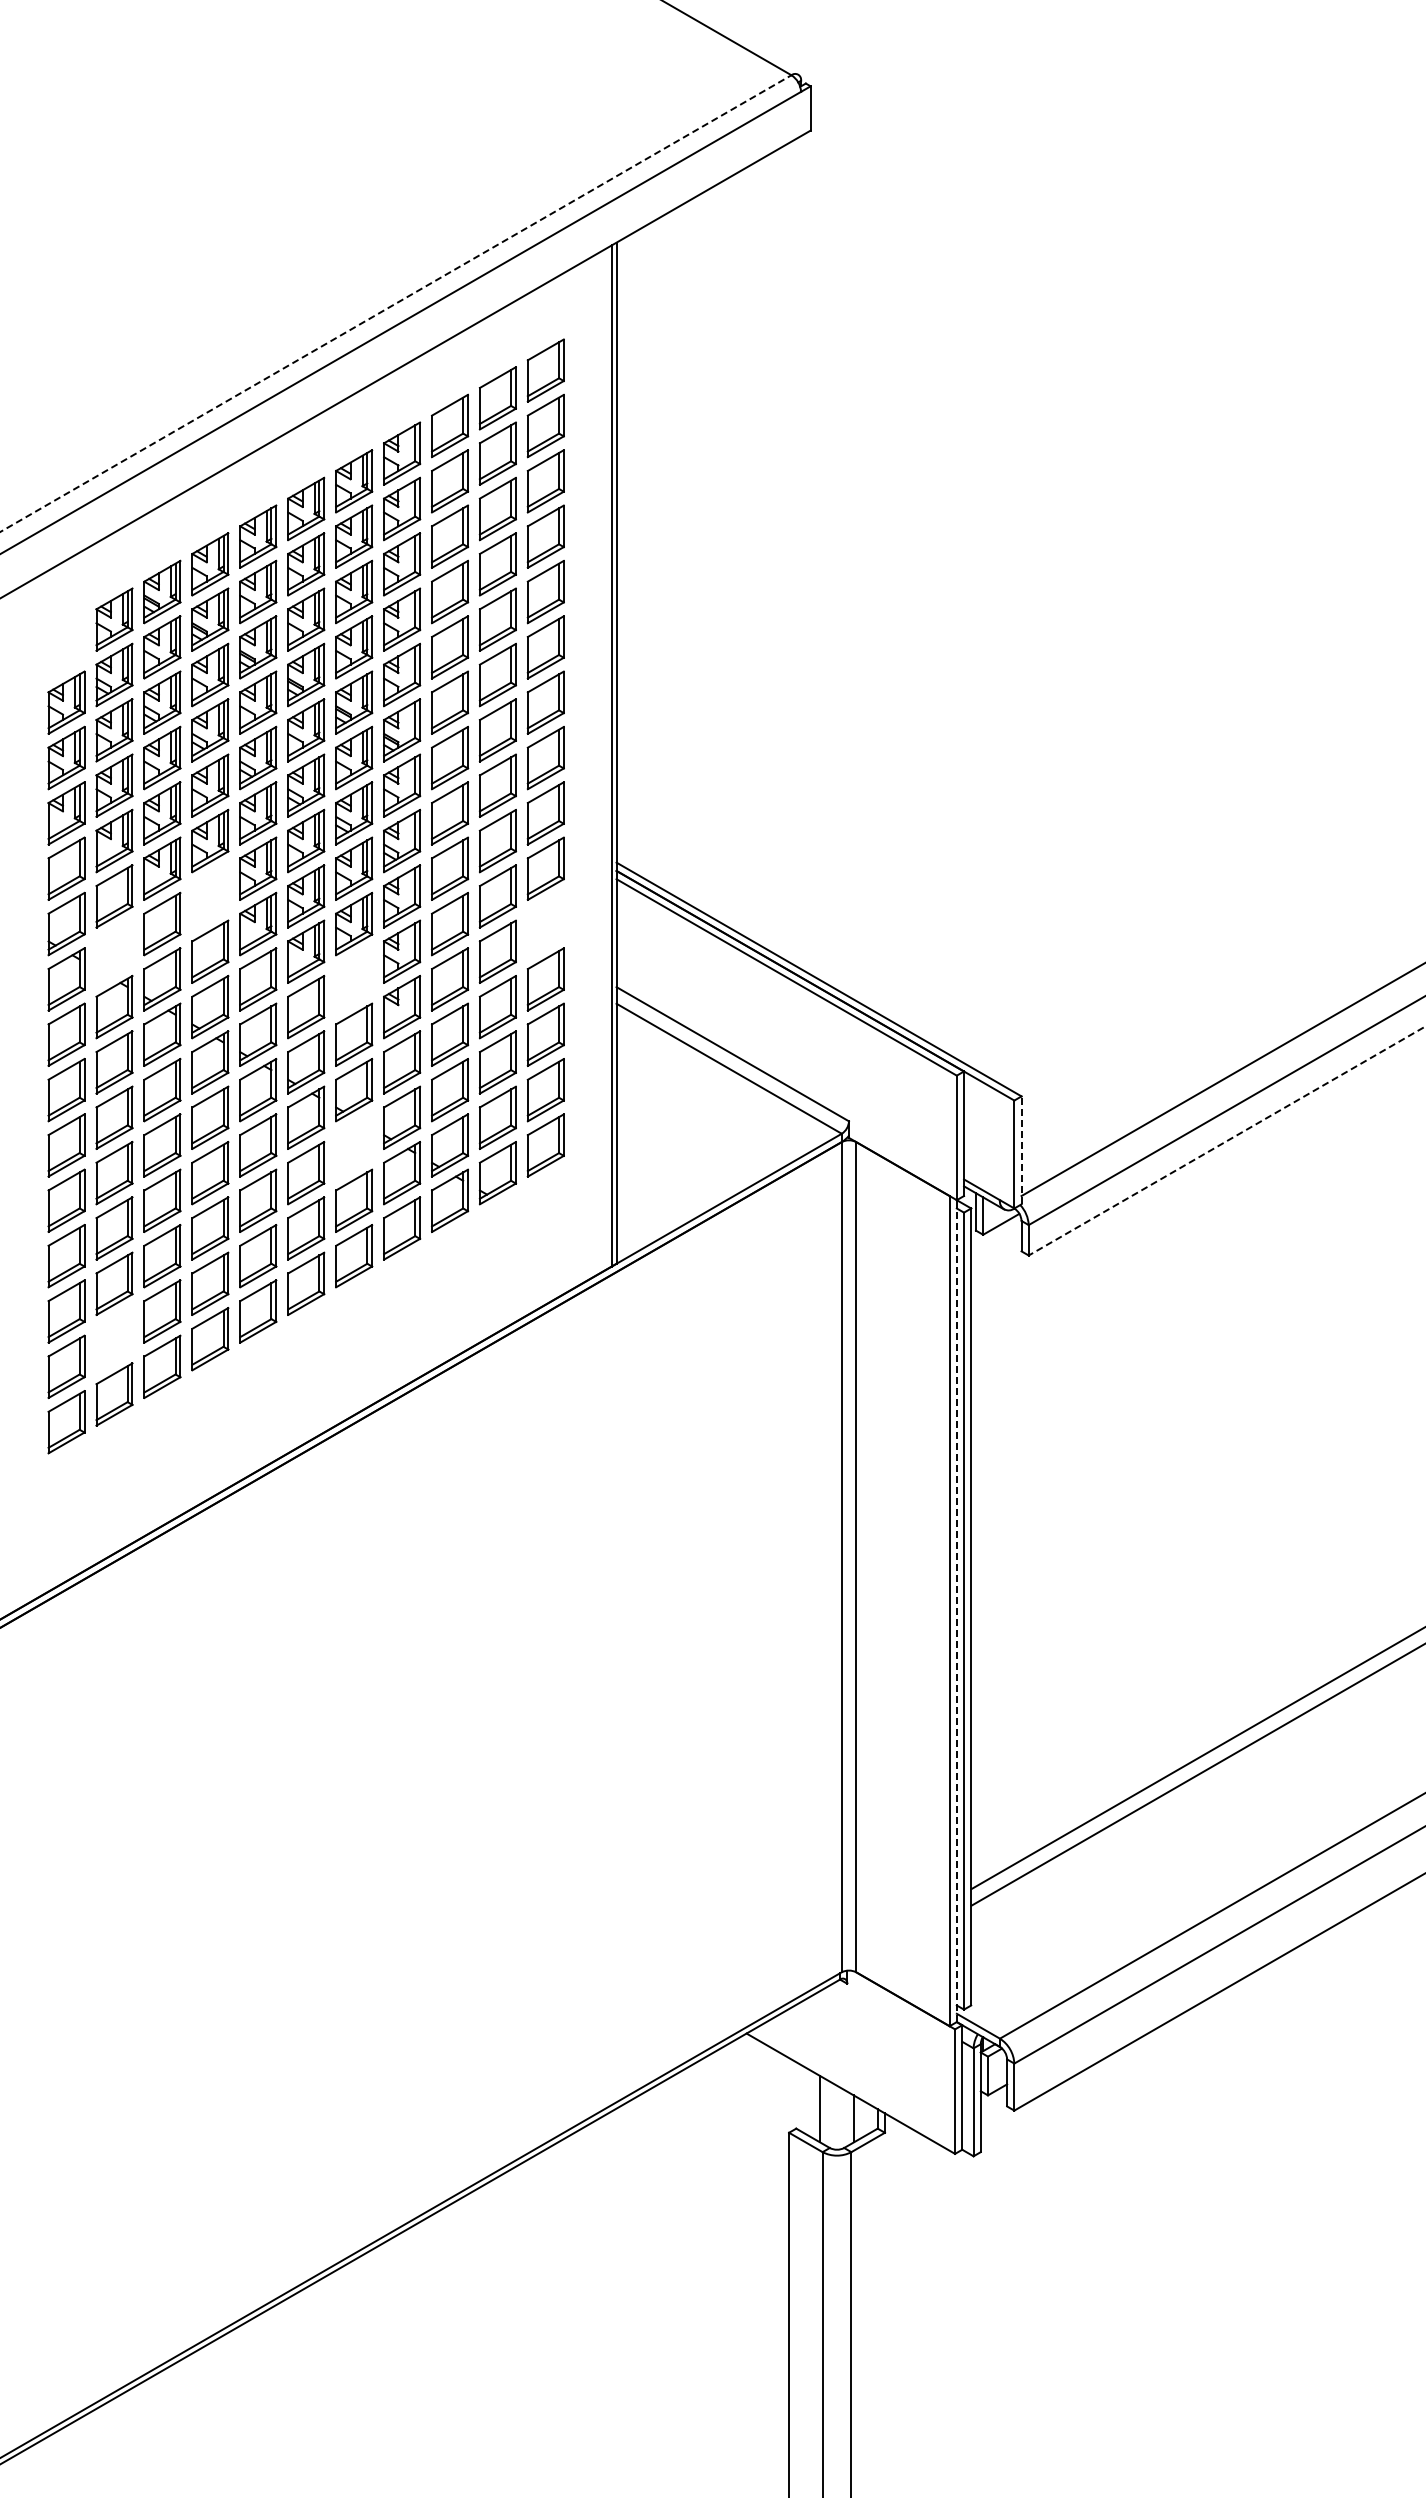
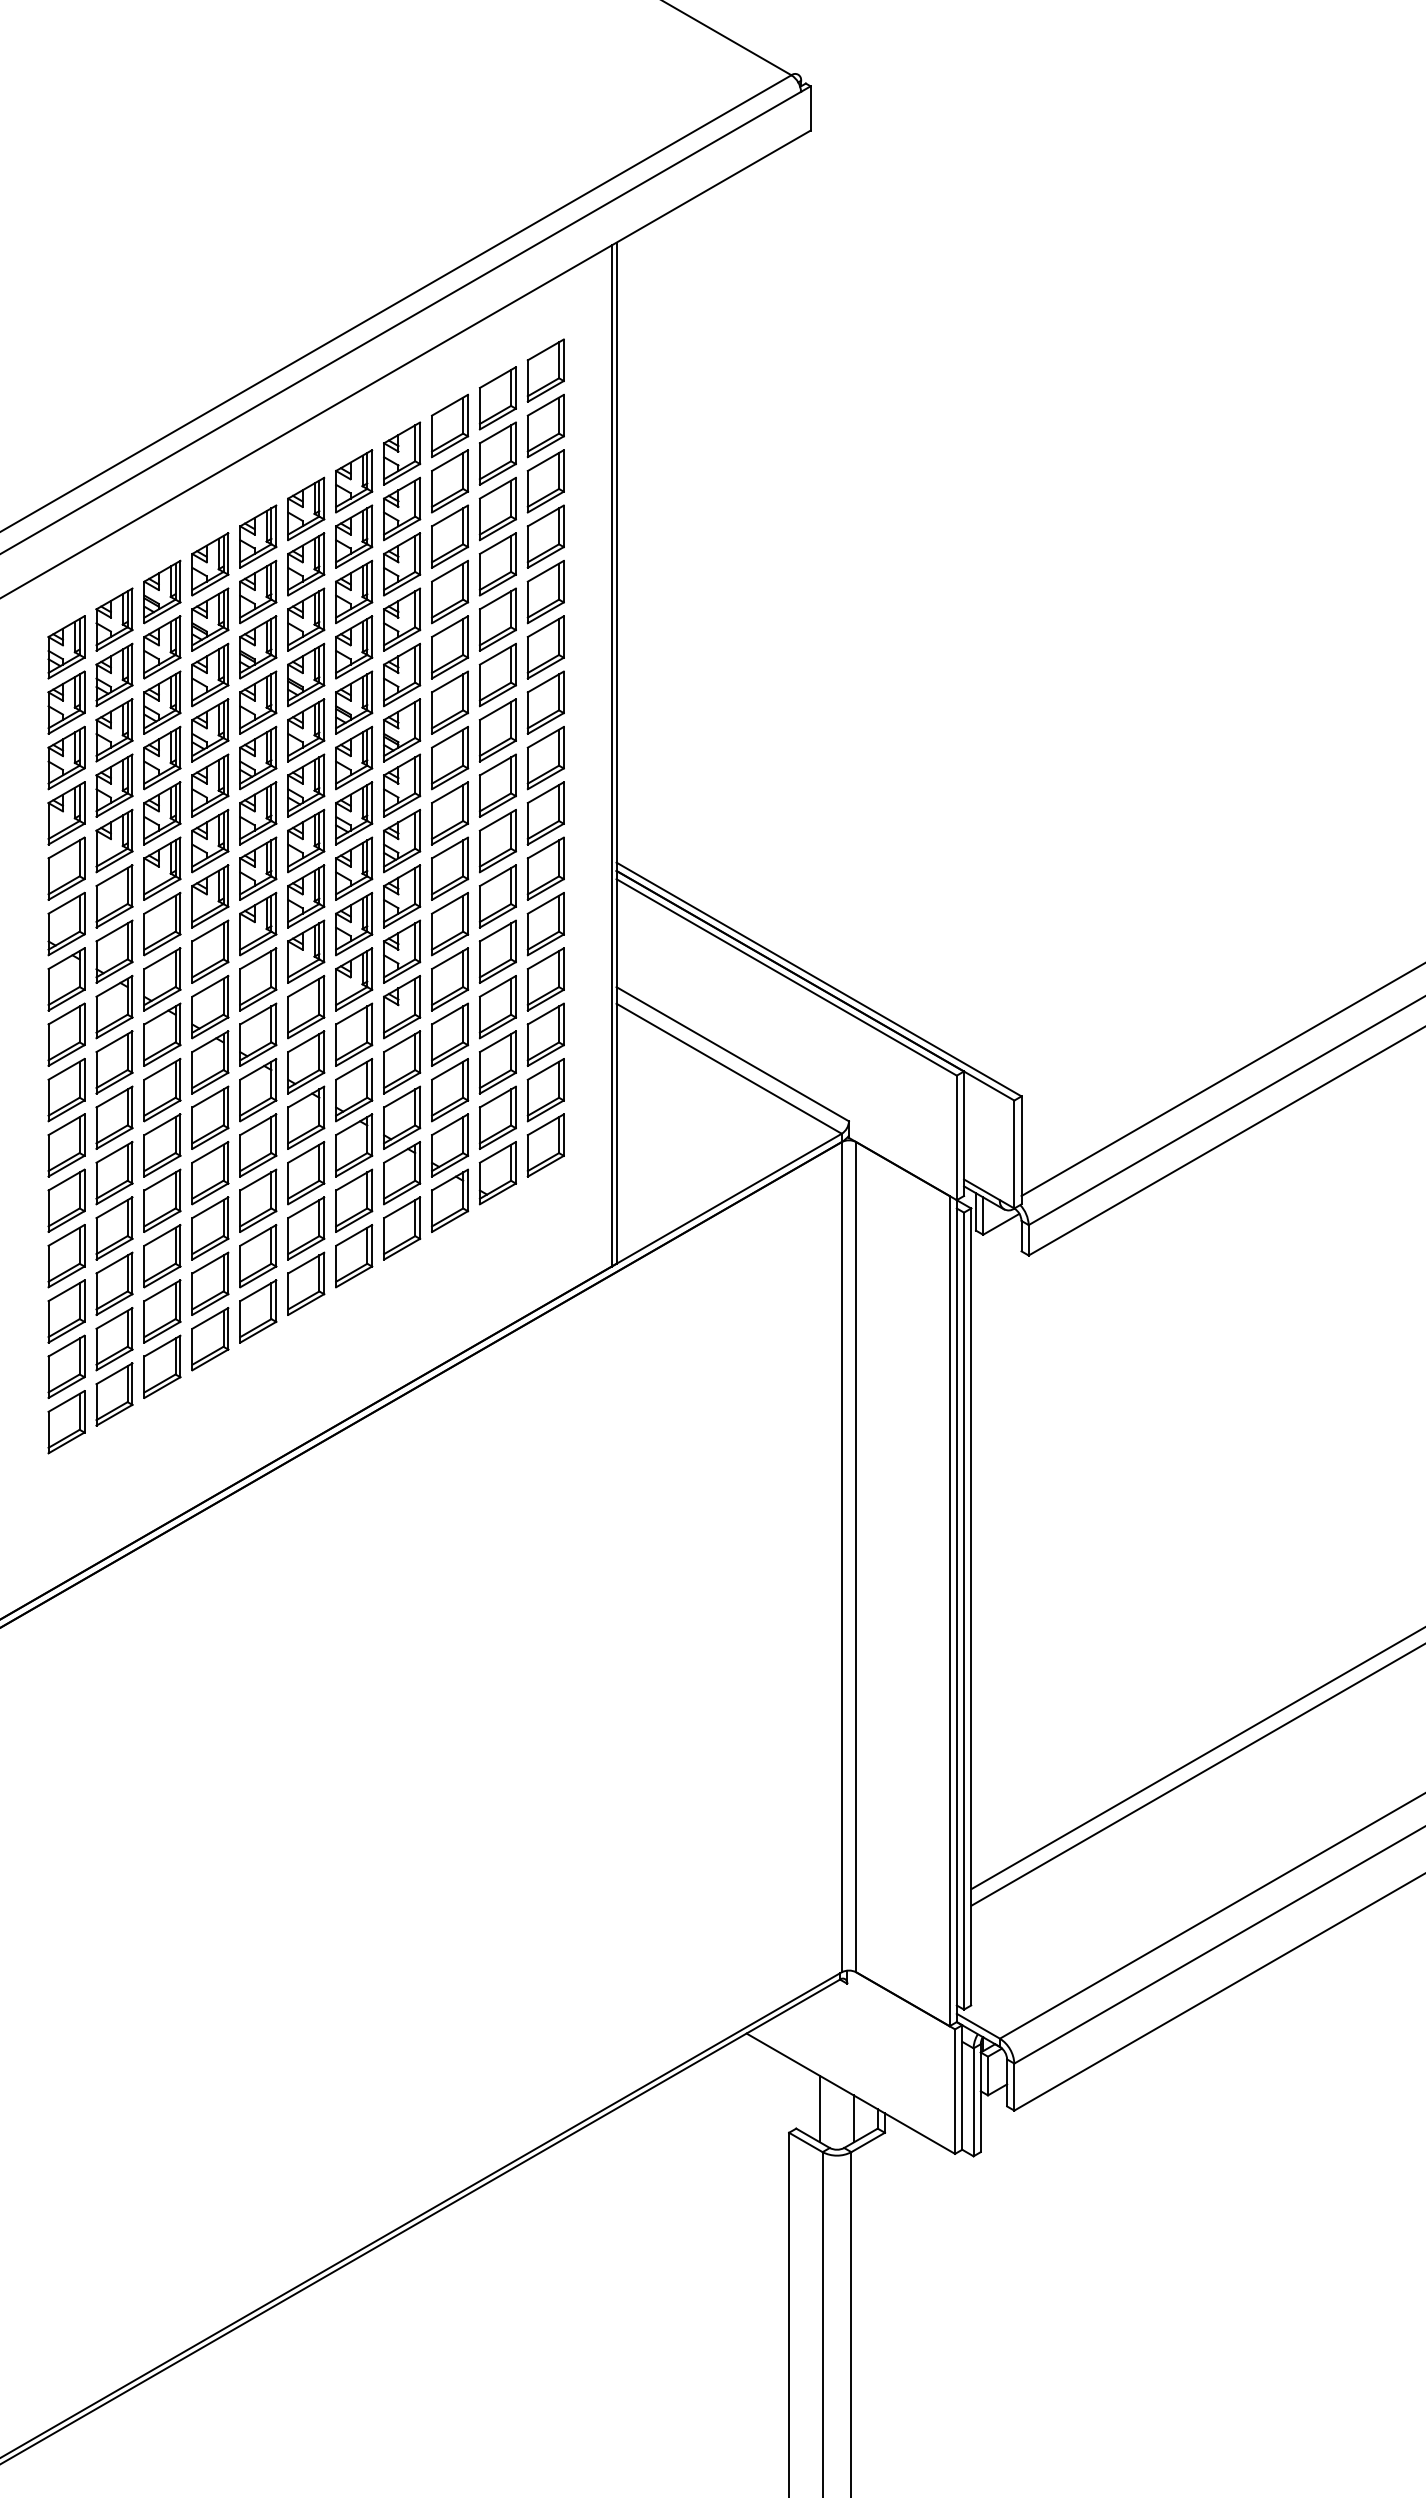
line at (395, 303): dashed -> solid
part at (66, 647): none -> present
part at (210, 896): none -> present
part at (545, 924): none -> present
part at (114, 951): none -> present
part at (354, 979): none -> present
line at (1227, 1141): dashed -> solid
part at (354, 1145): none -> present
line at (1021, 1150): dashed -> solid
part at (114, 1339): none -> present
line at (956, 1611): dashed -> solid
